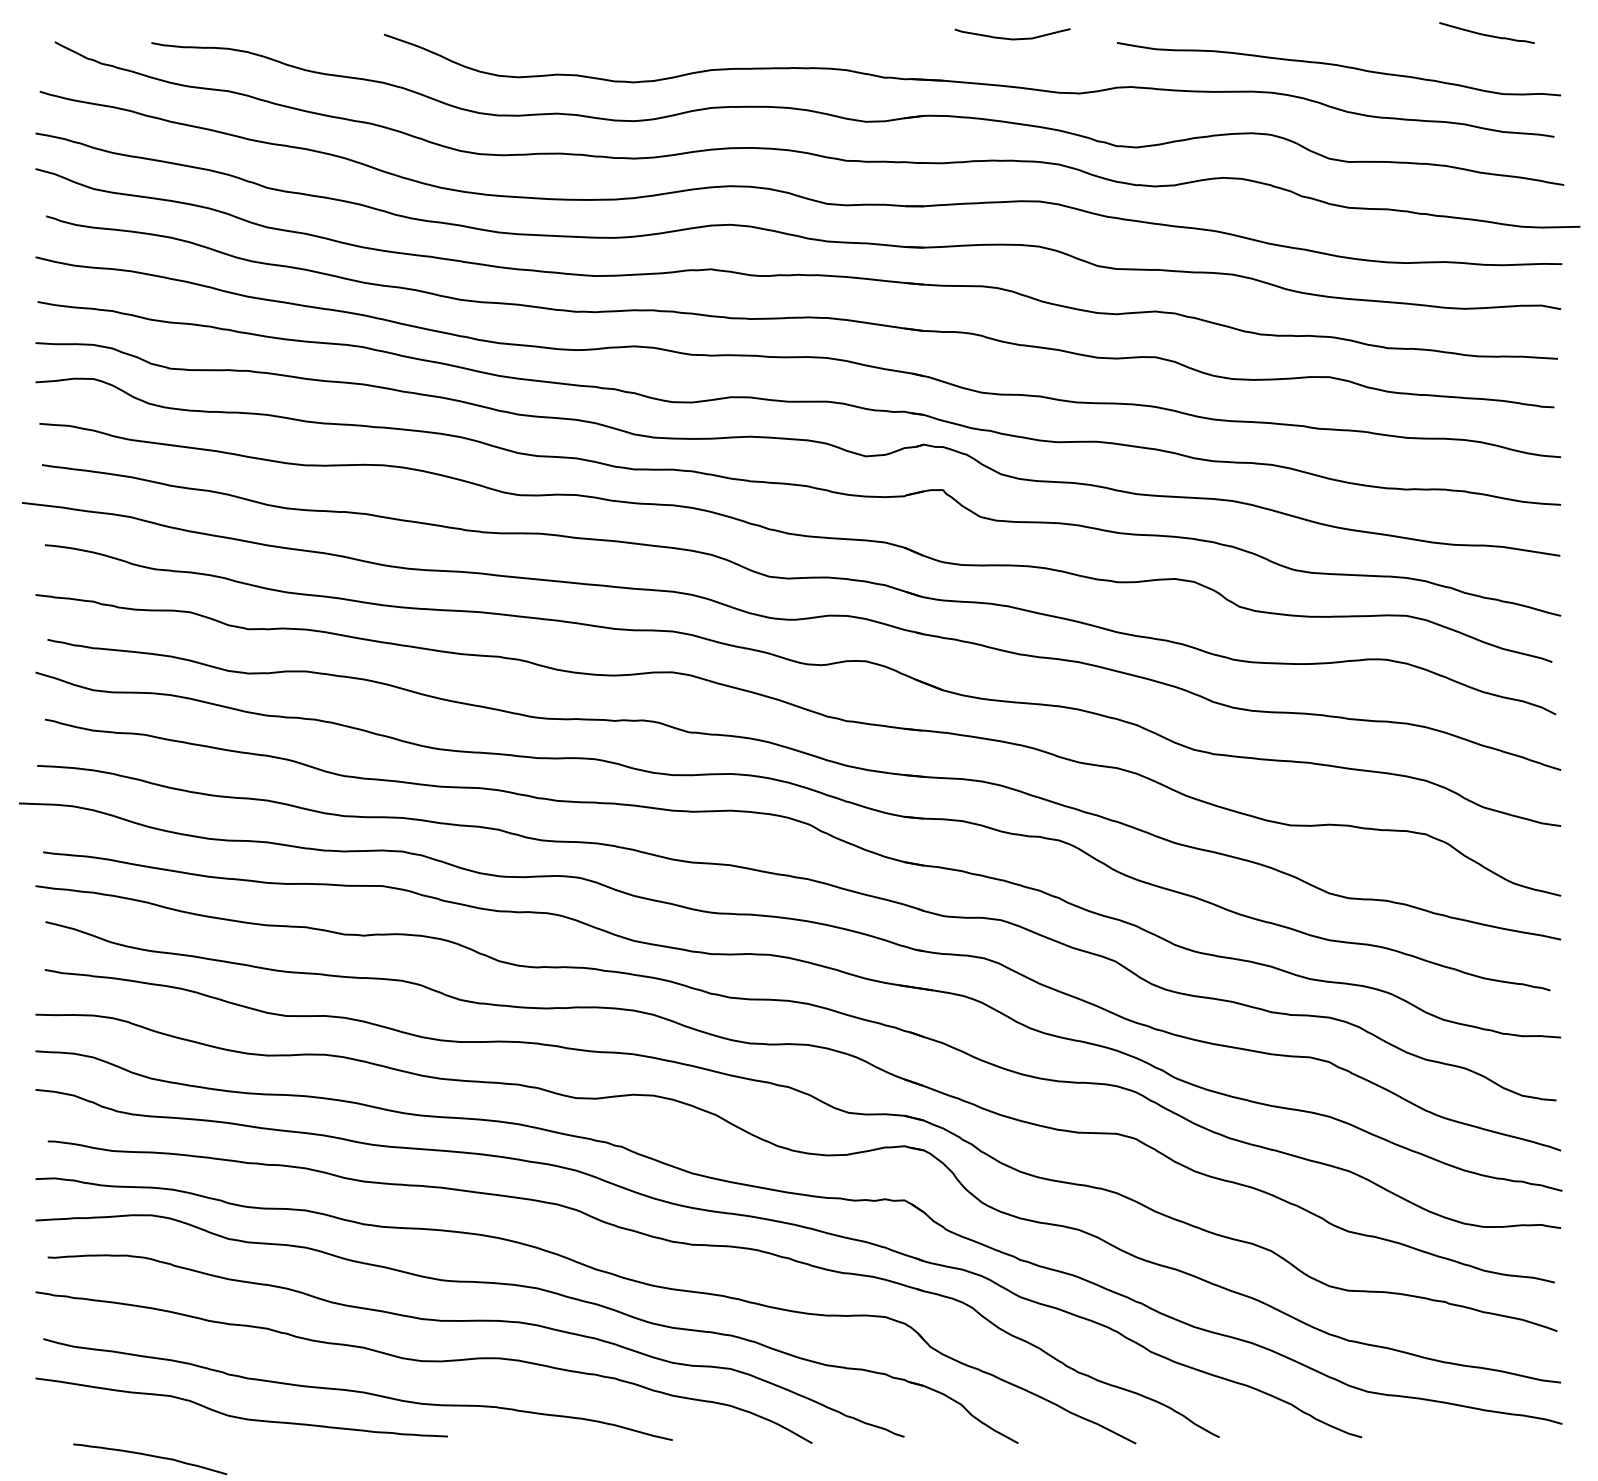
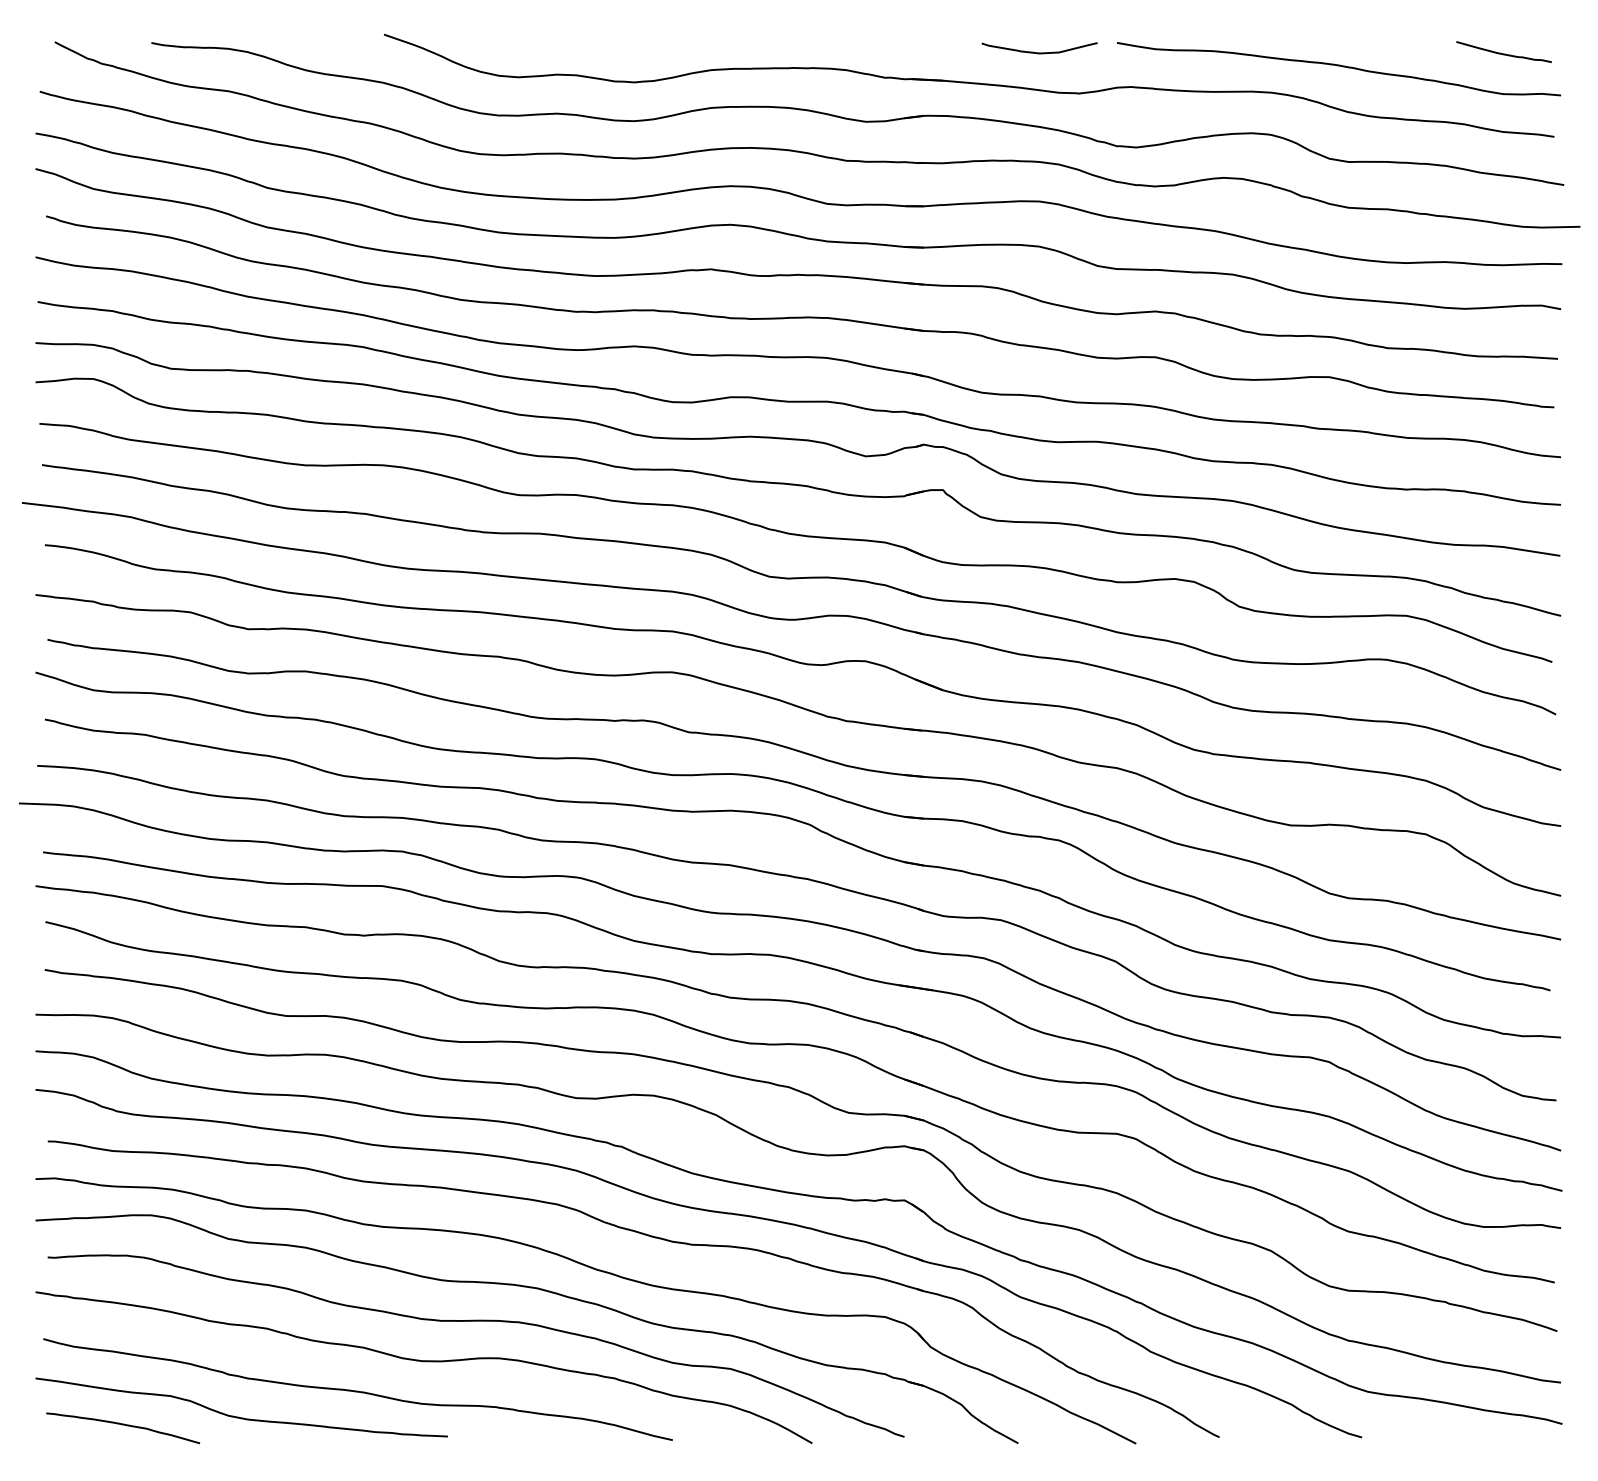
curve at (1486, 34) position: (1486, 34) -> (1503, 53)
curve at (1012, 38) position: (1012, 38) -> (1039, 52)
curve at (150, 1456) position: (150, 1456) -> (123, 1425)
